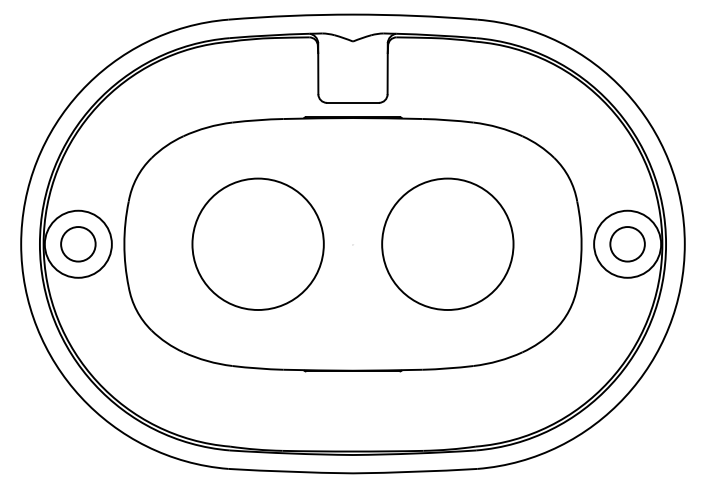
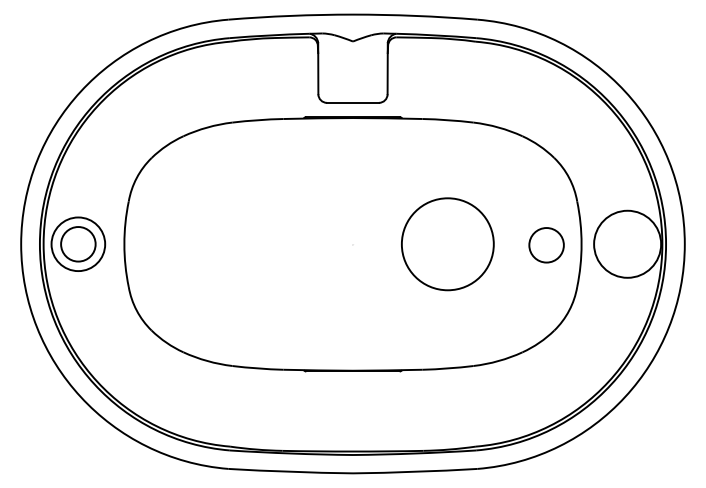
circle at (77, 243) diameter: 67 px -> 54 px
circle at (257, 243): present -> none
circle at (447, 243) diameter: 131 px -> 92 px
circle at (627, 244) position: (627, 244) -> (546, 245)
